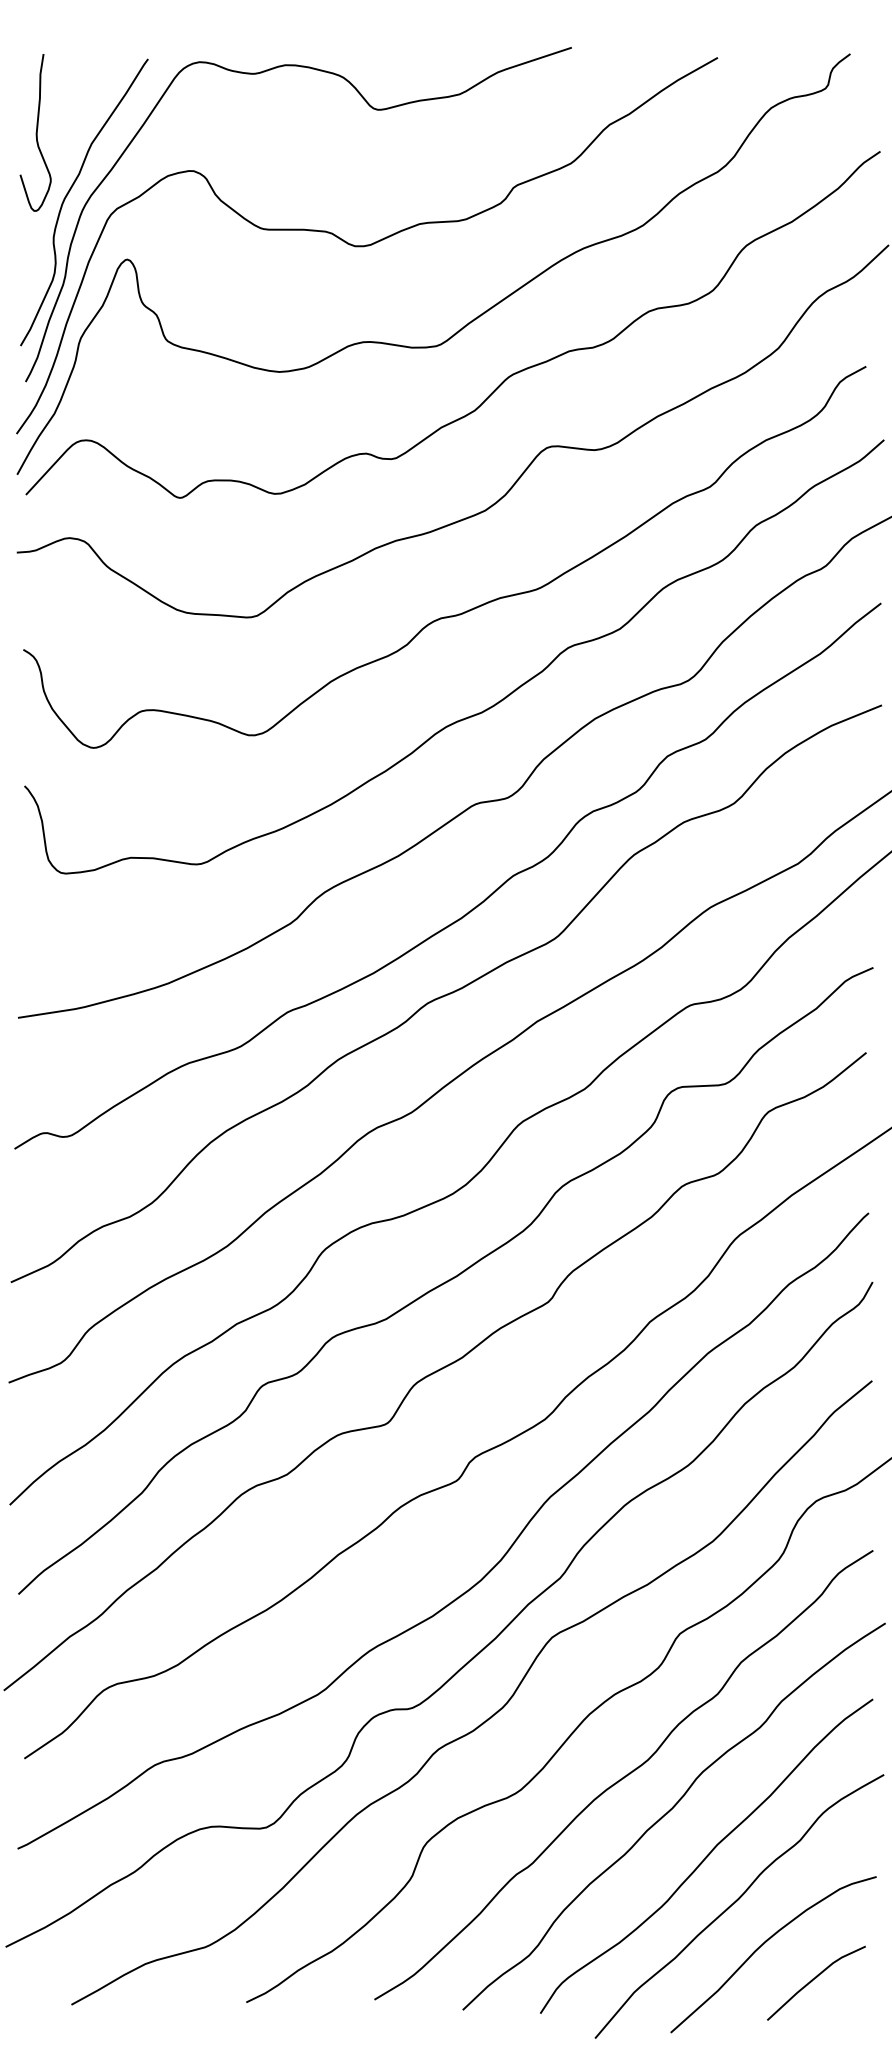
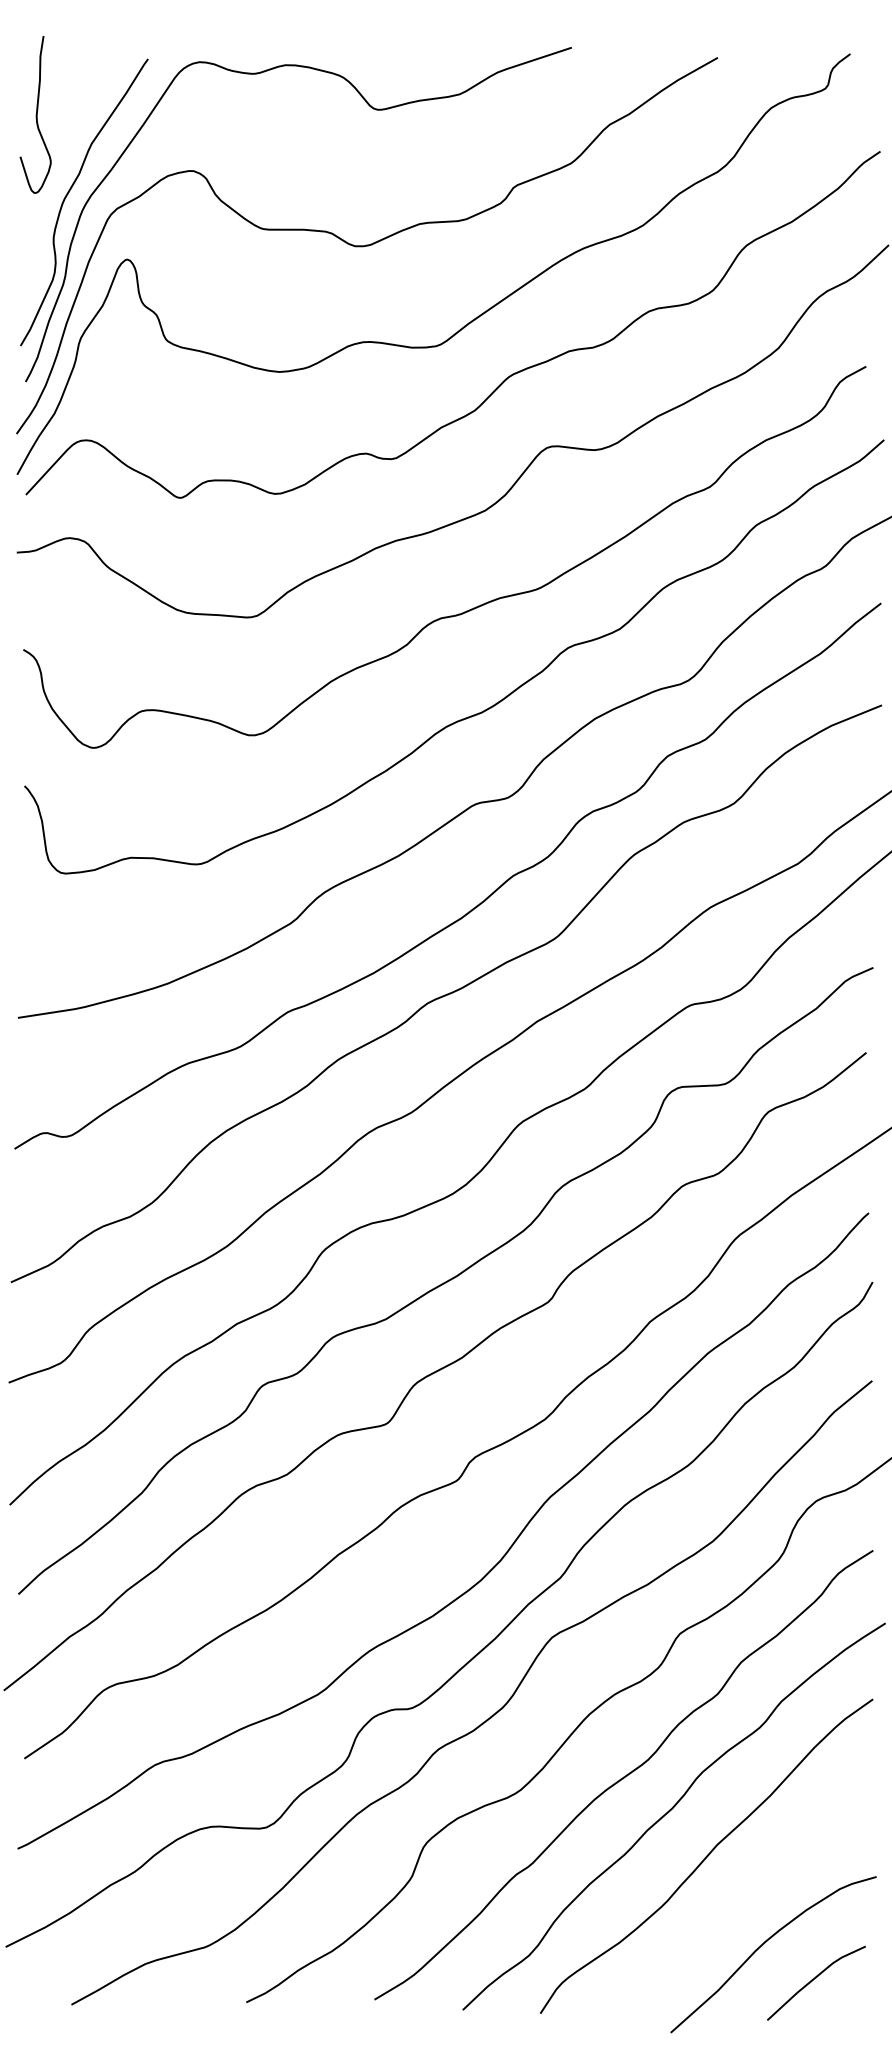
curve at (35, 132) position: (35, 132) -> (35, 114)
curve at (736, 1902): present -> none
